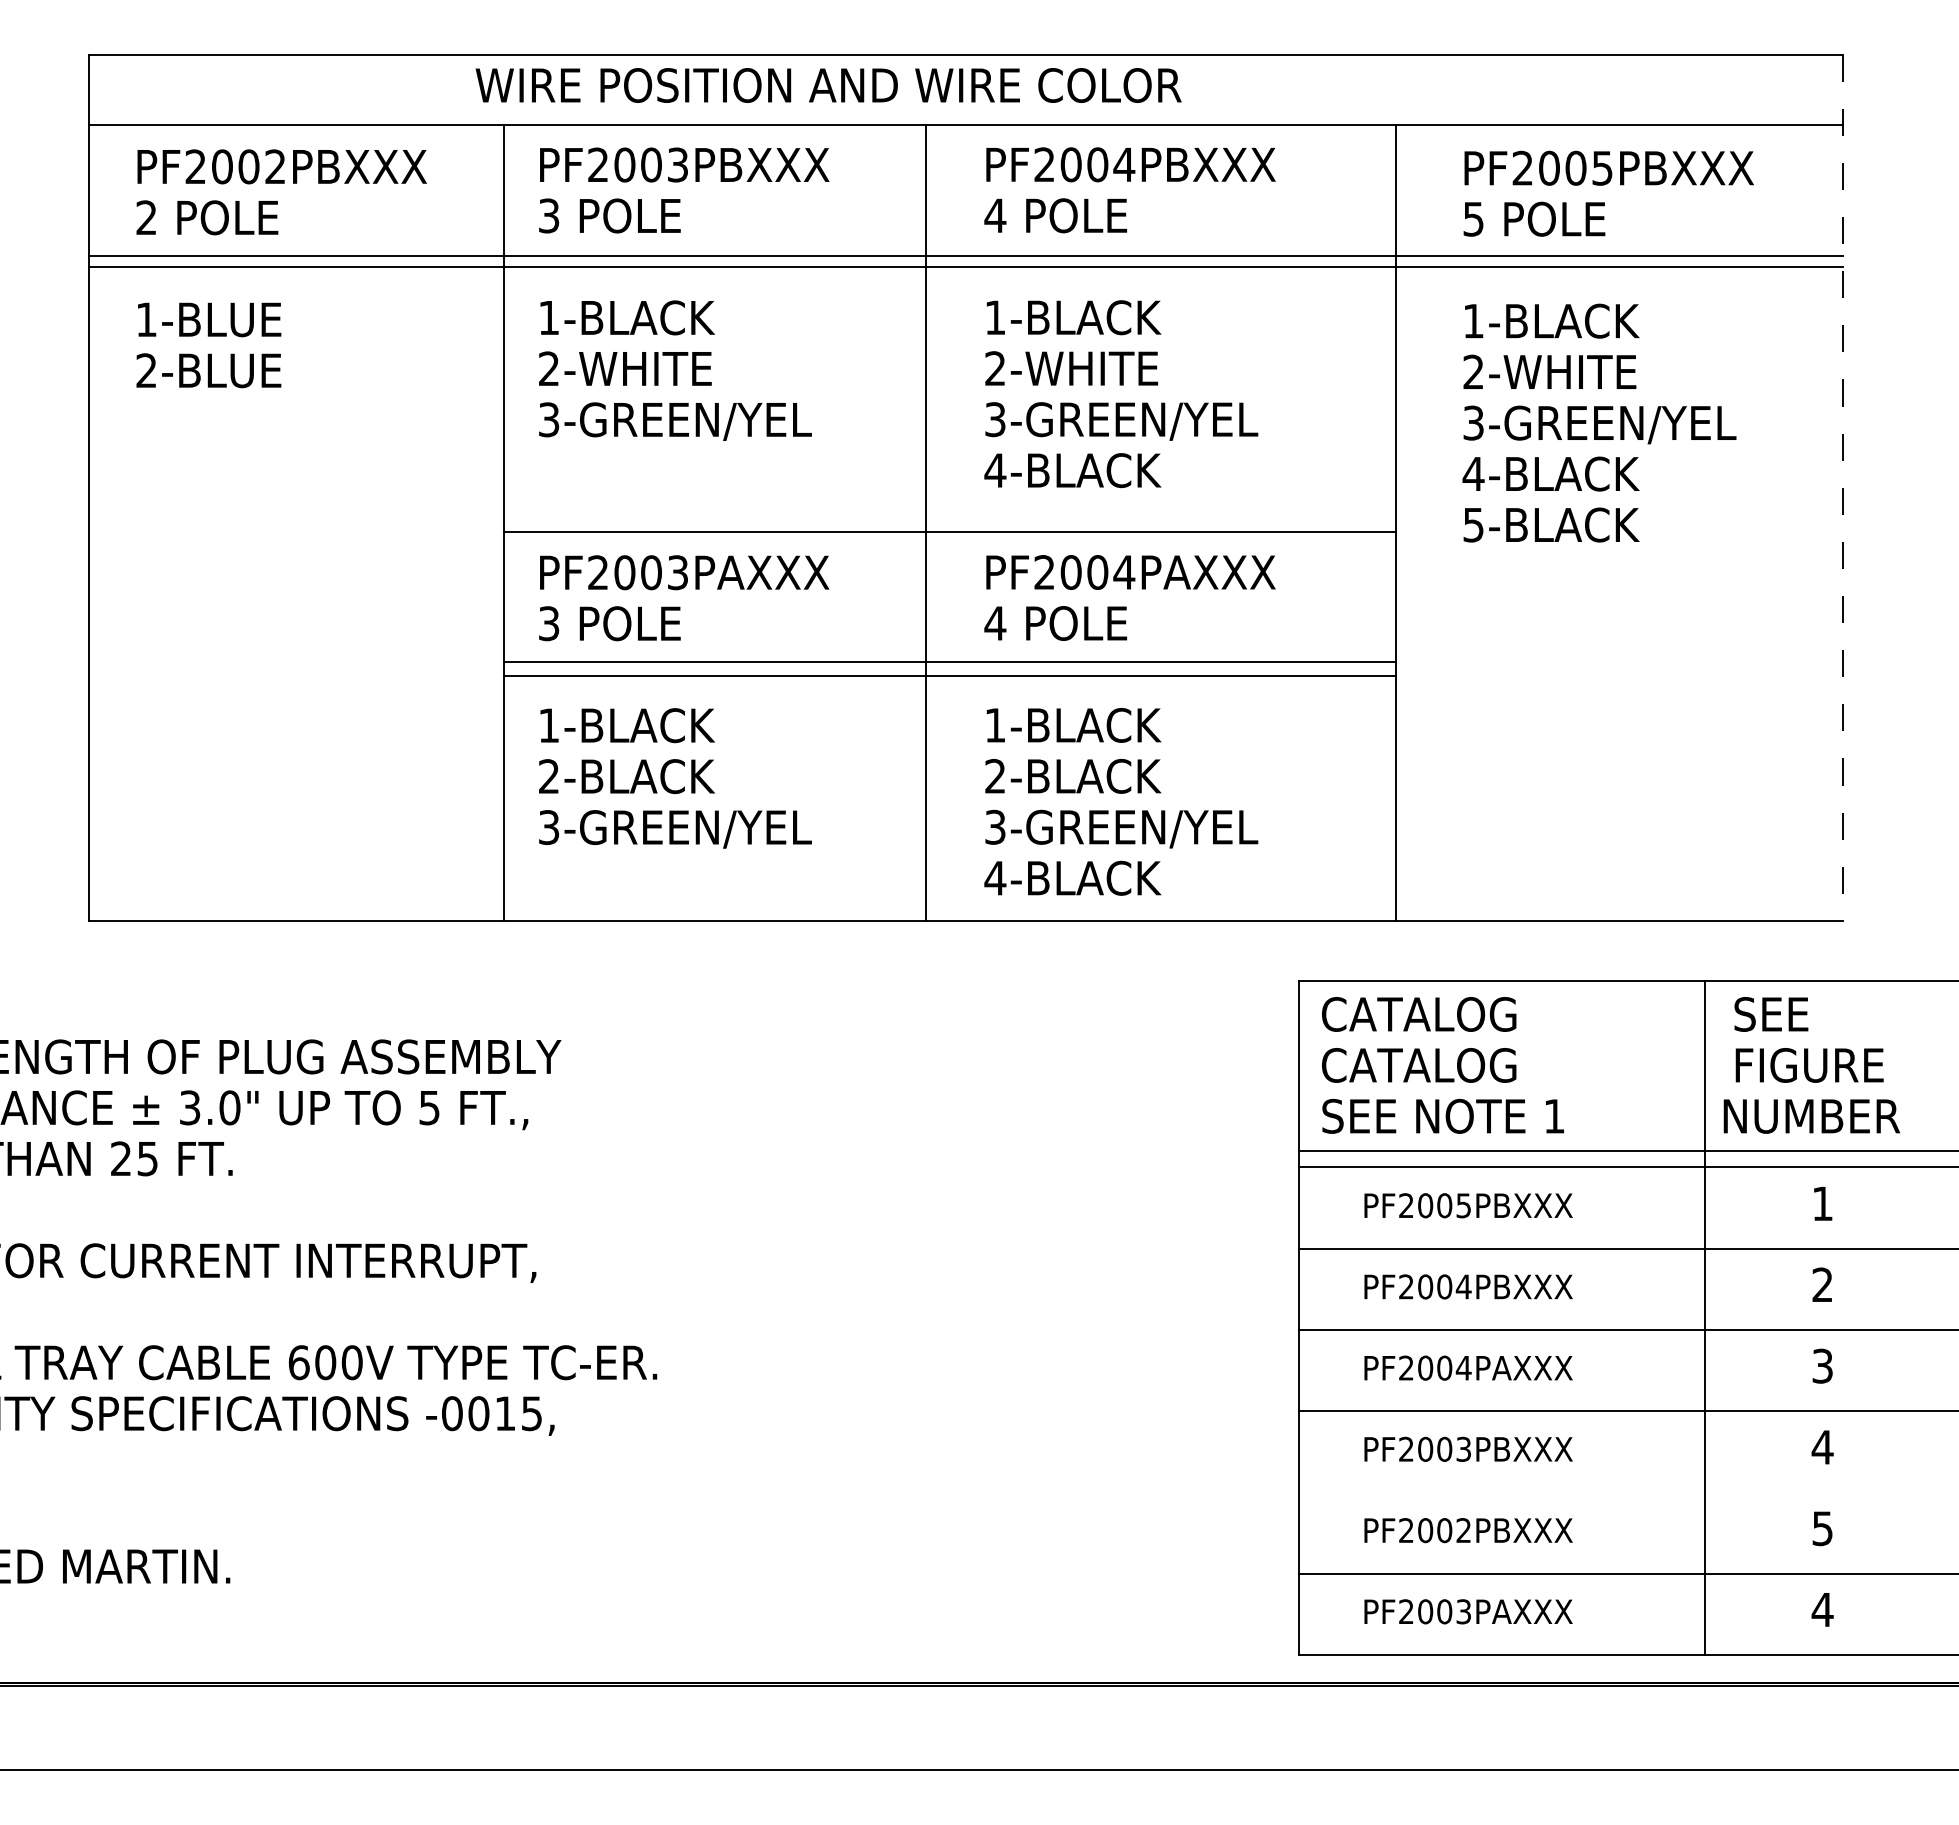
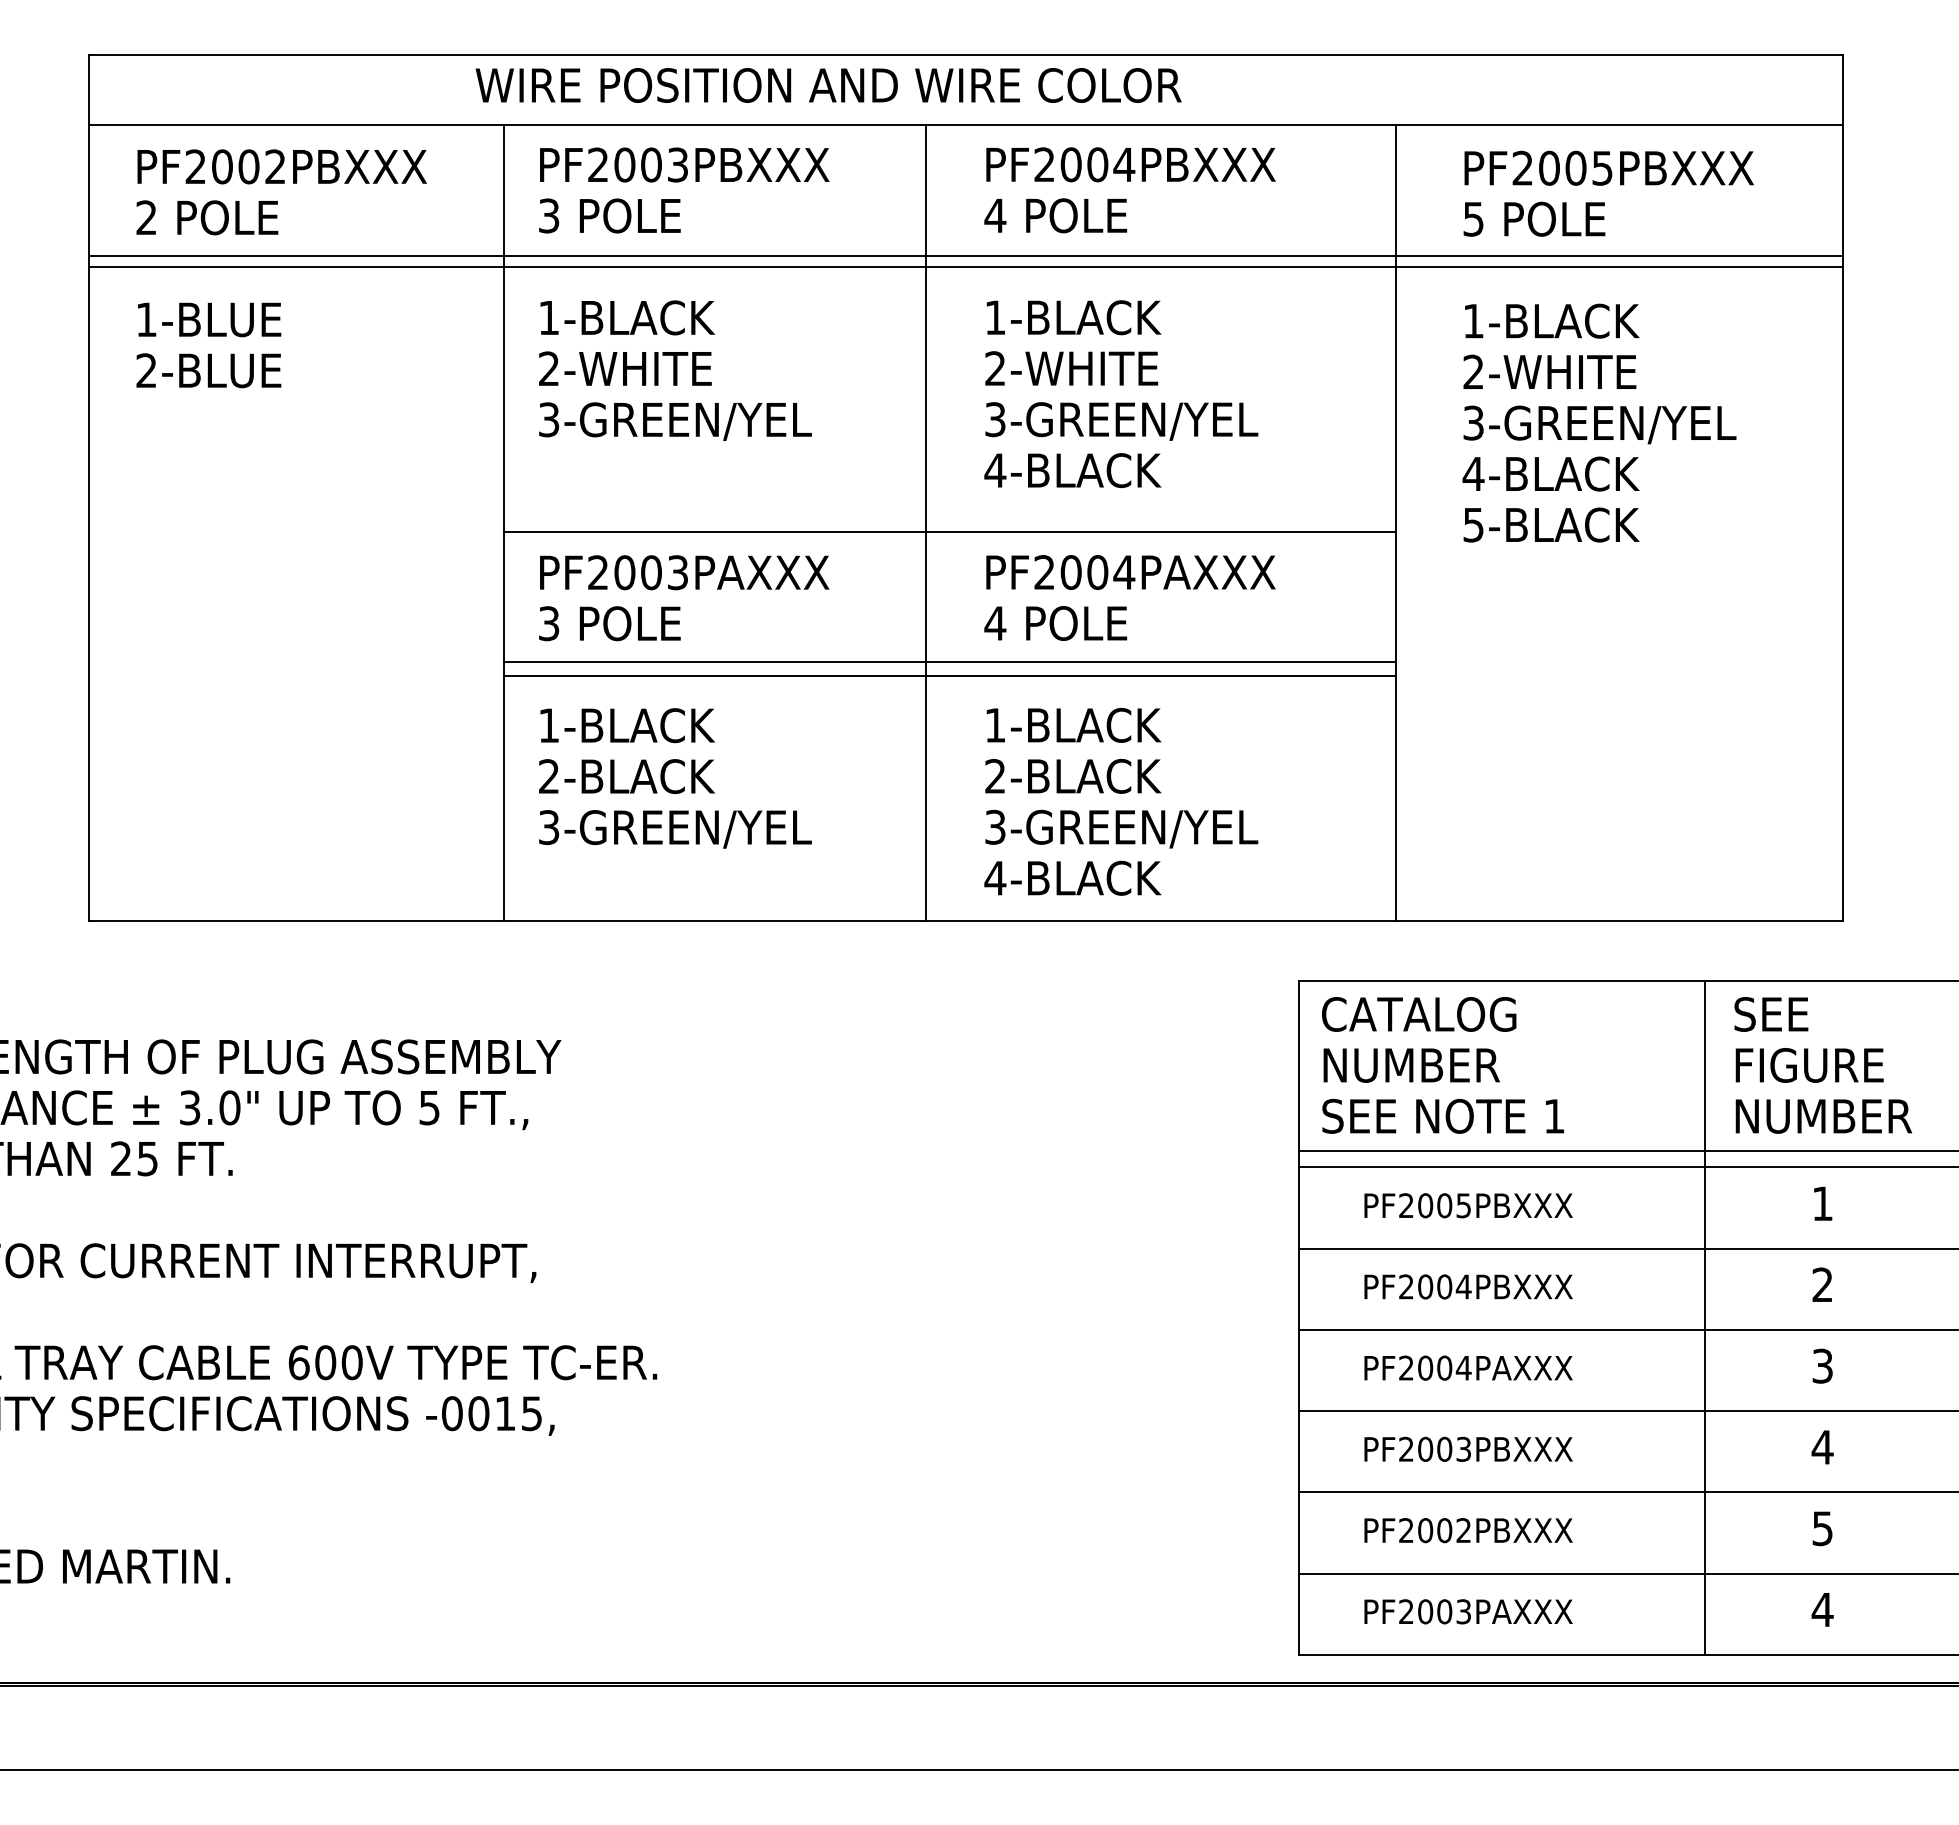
line at (1842, 488): dashed -> solid
text at (1419, 1065): CATALOG -> NUMBER
text at (1811, 1116) position: (1811, 1116) -> (1823, 1116)
line at (1627, 1492): none -> present
